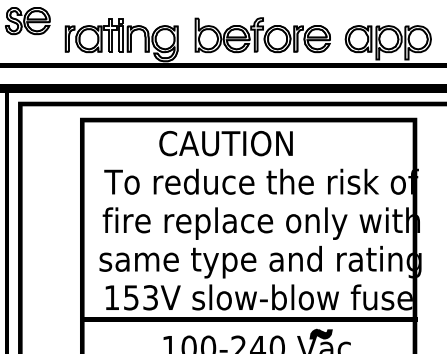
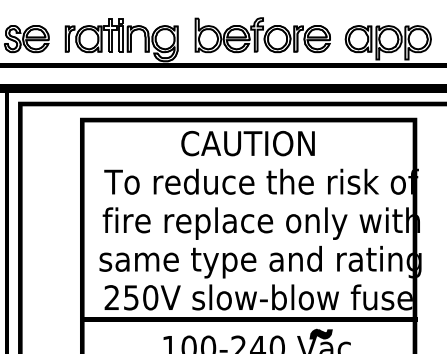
part at (27, 21) position: (27, 21) -> (26, 39)
text at (225, 143) position: (225, 143) -> (247, 143)
text at (131, 297): 153V -> 250V
